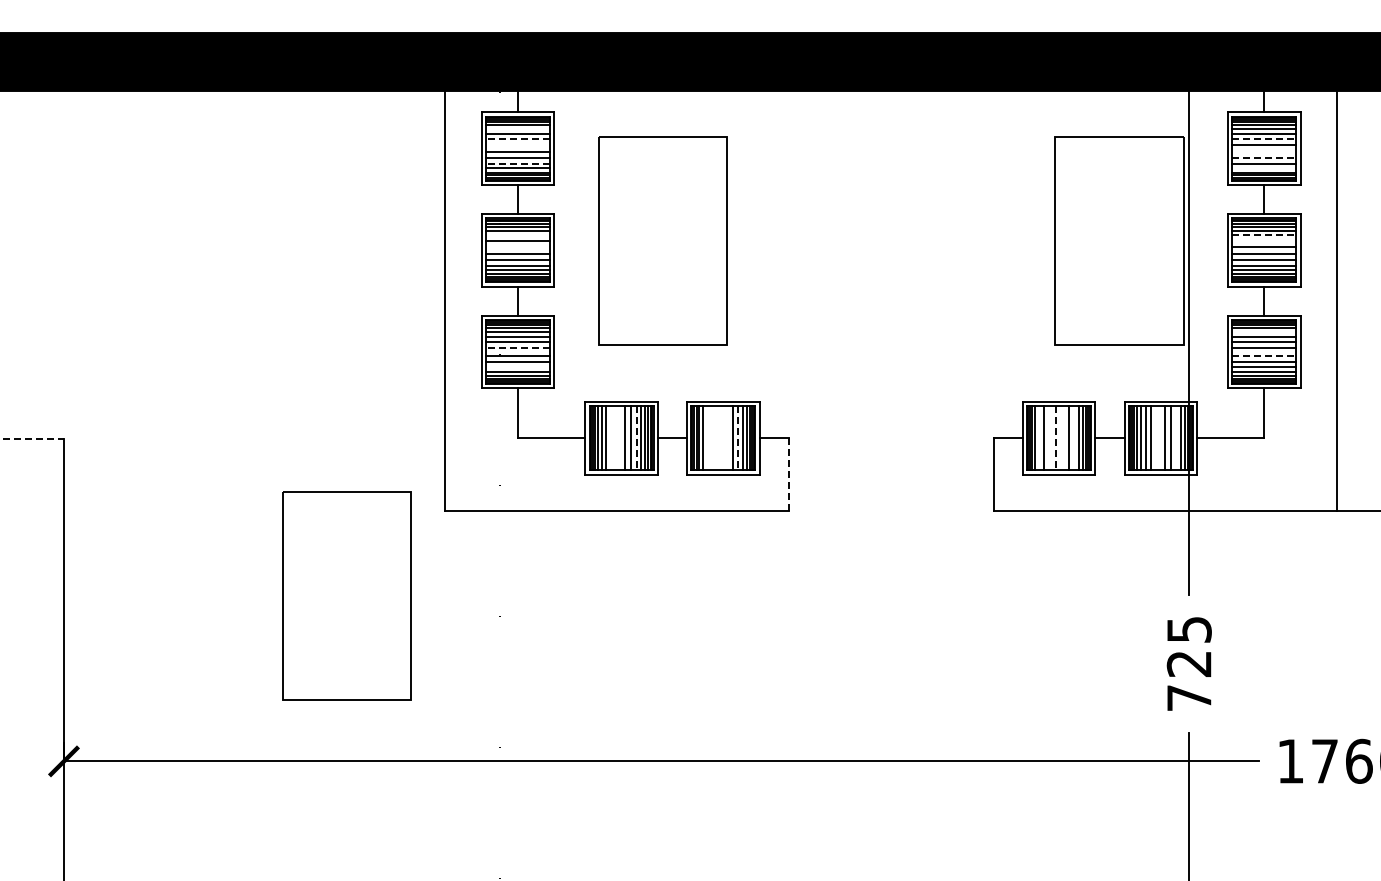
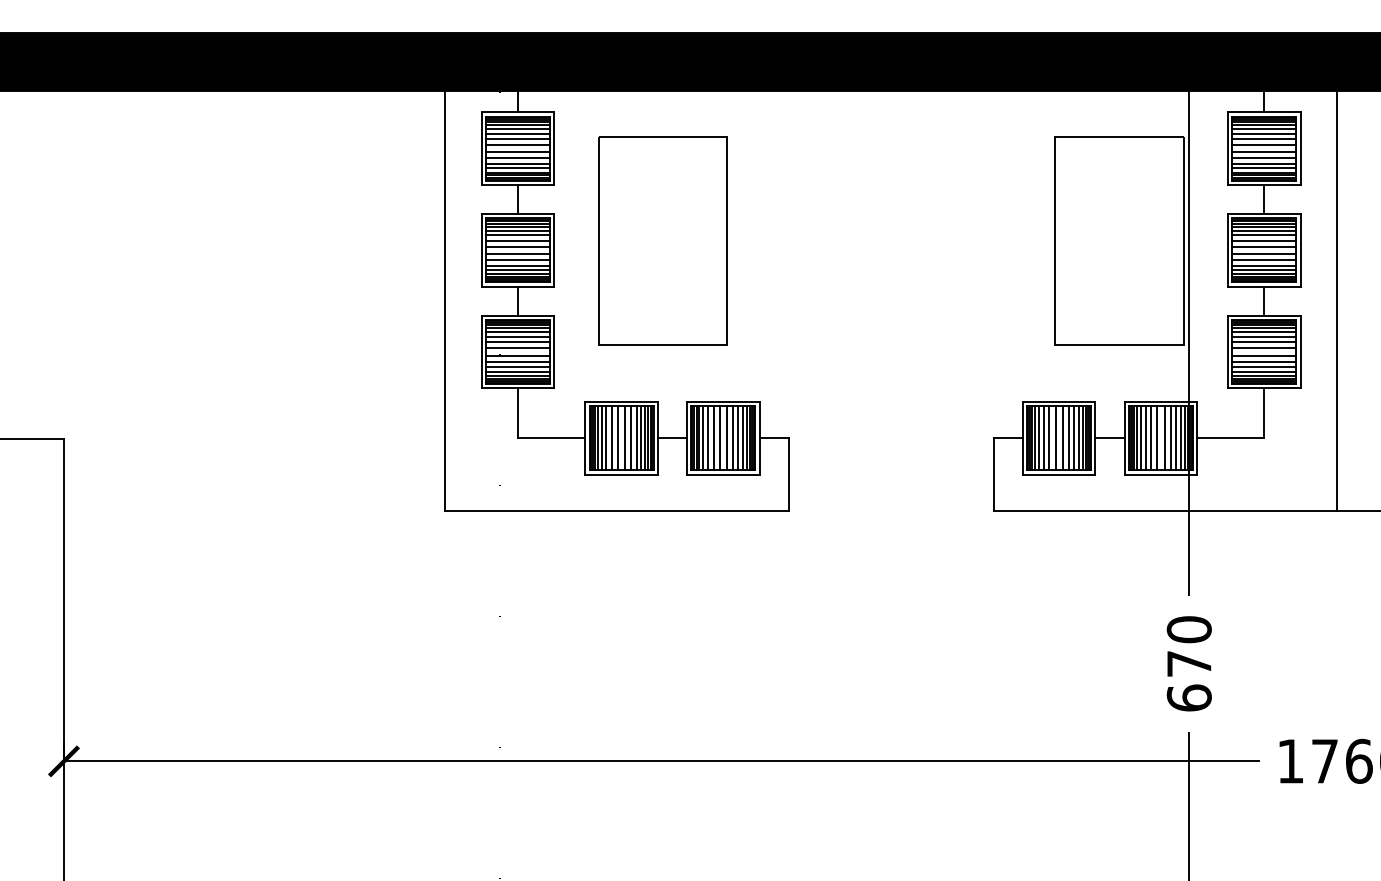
line at (518, 128): none -> present
line at (518, 139): dashed -> solid
line at (1264, 139): dashed -> solid
line at (518, 144): none -> present
line at (1264, 152): none -> present
line at (1264, 158): dashed -> solid
line at (518, 163): dashed -> solid
line at (1264, 168): none -> present
line at (518, 235): none -> present
line at (1264, 235): dashed -> solid
line at (1264, 240): none -> present
line at (518, 246): none -> present
line at (1264, 332): none -> present
line at (518, 348): dashed -> solid
line at (1264, 355): dashed -> solid
line at (518, 367): none -> present
line at (611, 438): none -> present
line at (617, 438): none -> present
line at (636, 438): dashed -> solid
line at (708, 438): none -> present
line at (713, 438): none -> present
line at (719, 438): none -> present
line at (726, 438): none -> present
line at (738, 438): dashed -> solid
line at (1039, 438): none -> present
line at (1049, 438): none -> present
line at (1055, 438): dashed -> solid
line at (1062, 438): none -> present
line at (1074, 438): none -> present
line at (1157, 438): none -> present
line at (1175, 438): none -> present
line at (32, 439): dashed -> solid
line at (788, 474): dashed -> solid
part at (346, 595): present -> none
text at (1188, 663): 725 -> 670
